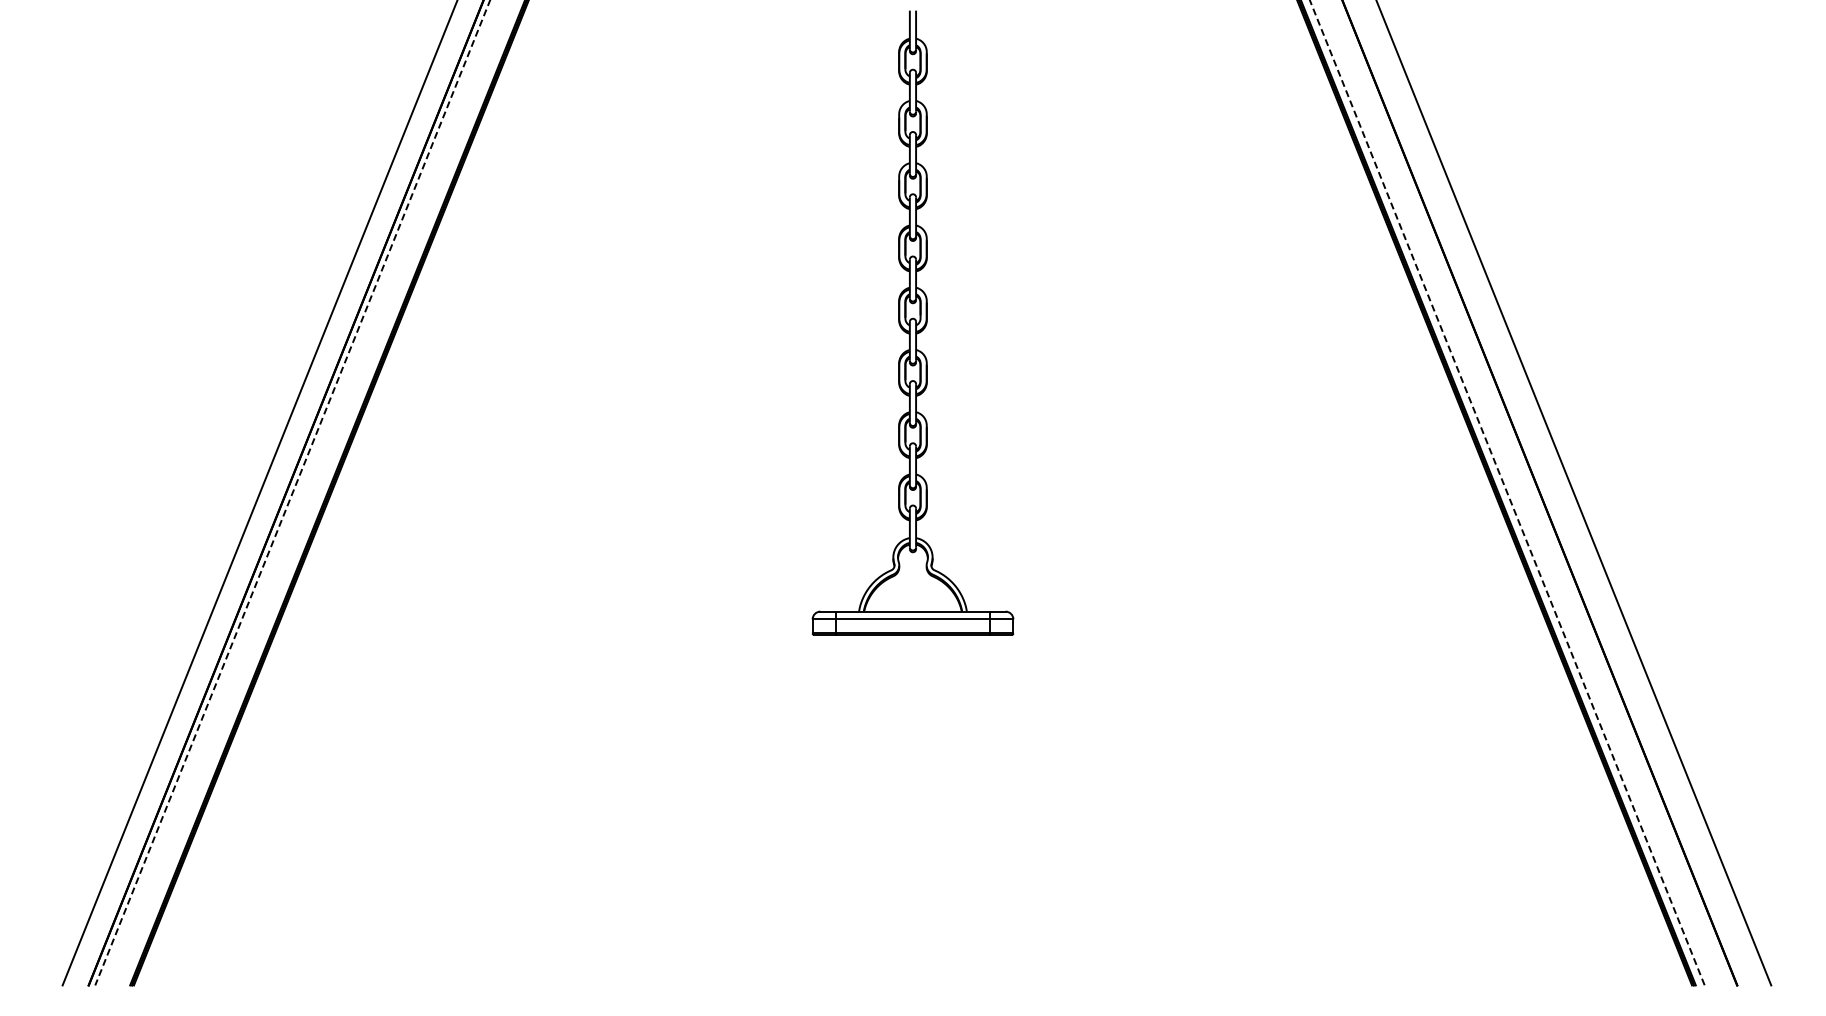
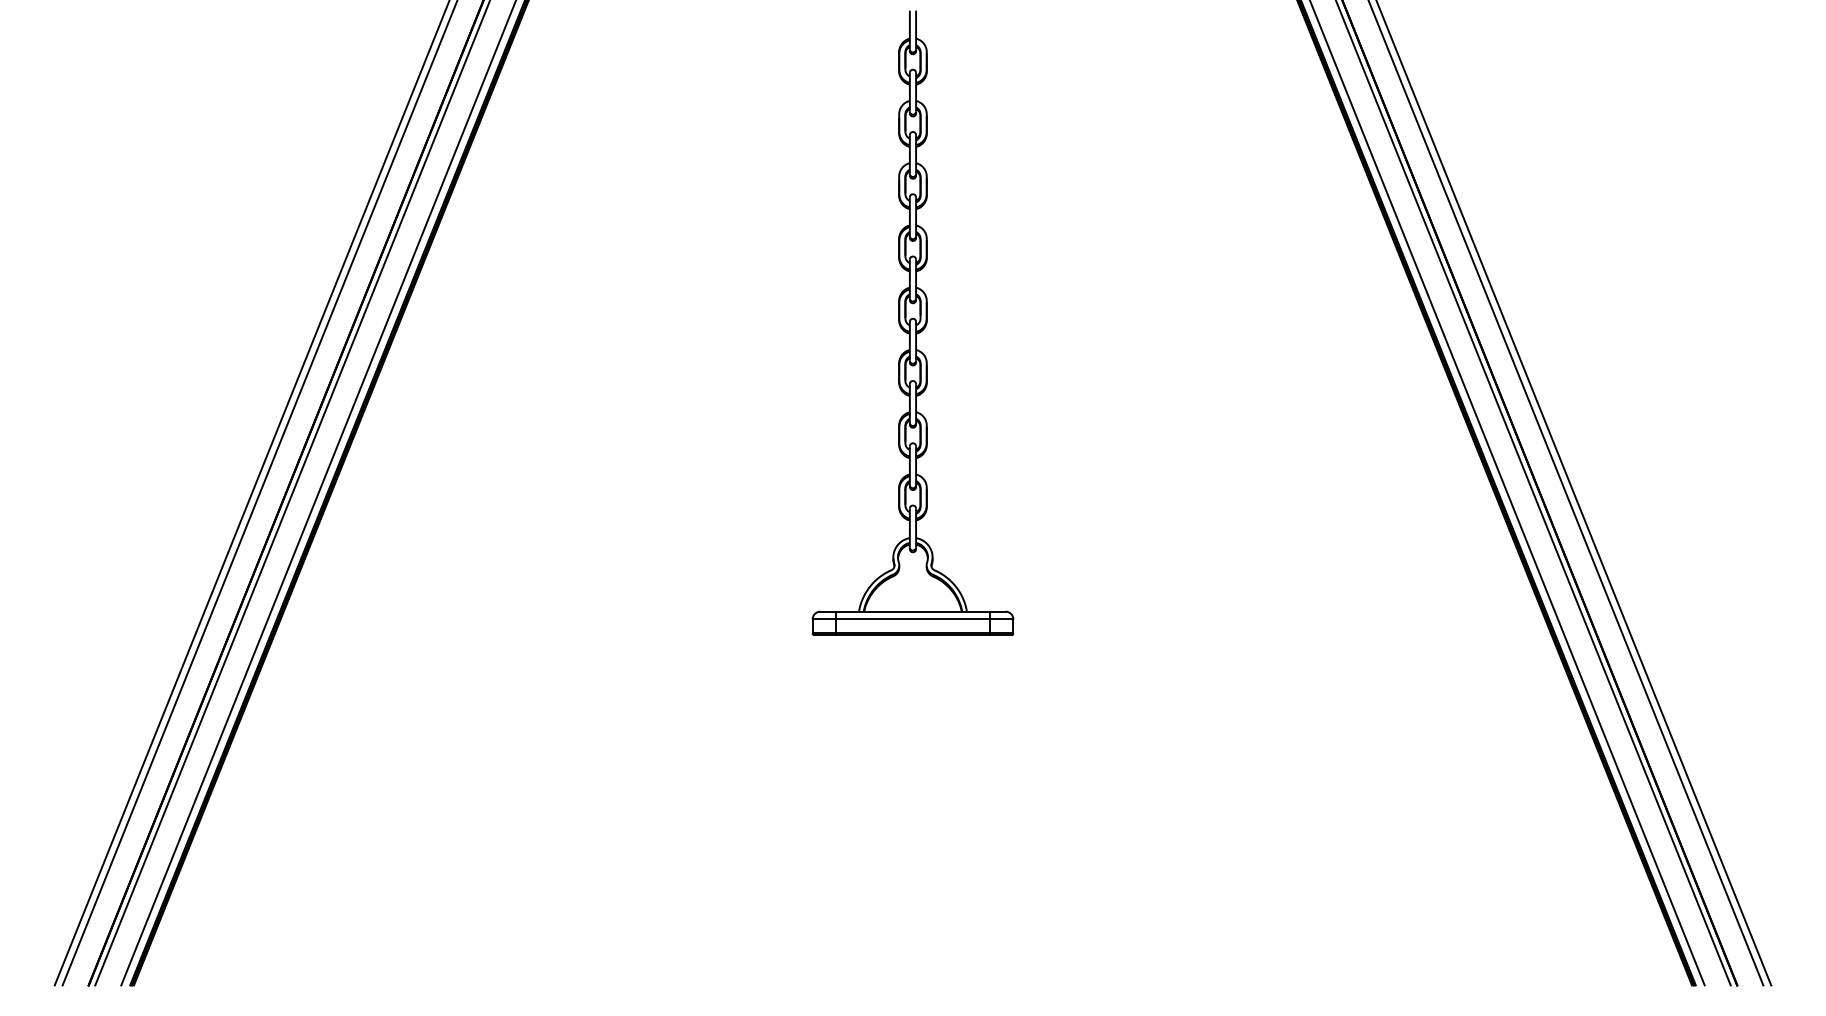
line at (292, 492): dashed -> solid
line at (1507, 492): dashed -> solid
line at (251, 493): none -> present
line at (318, 493): none -> present
line at (1533, 493): none -> present
line at (1566, 493): none -> present
